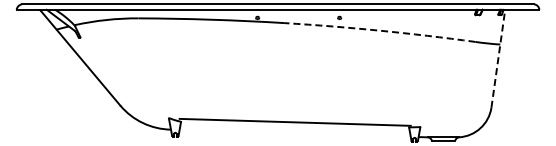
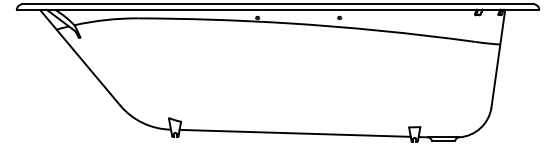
arc at (379, 30): dashed -> solid
line at (498, 58): dashed -> solid
line at (294, 121) position: (294, 121) -> (294, 132)
